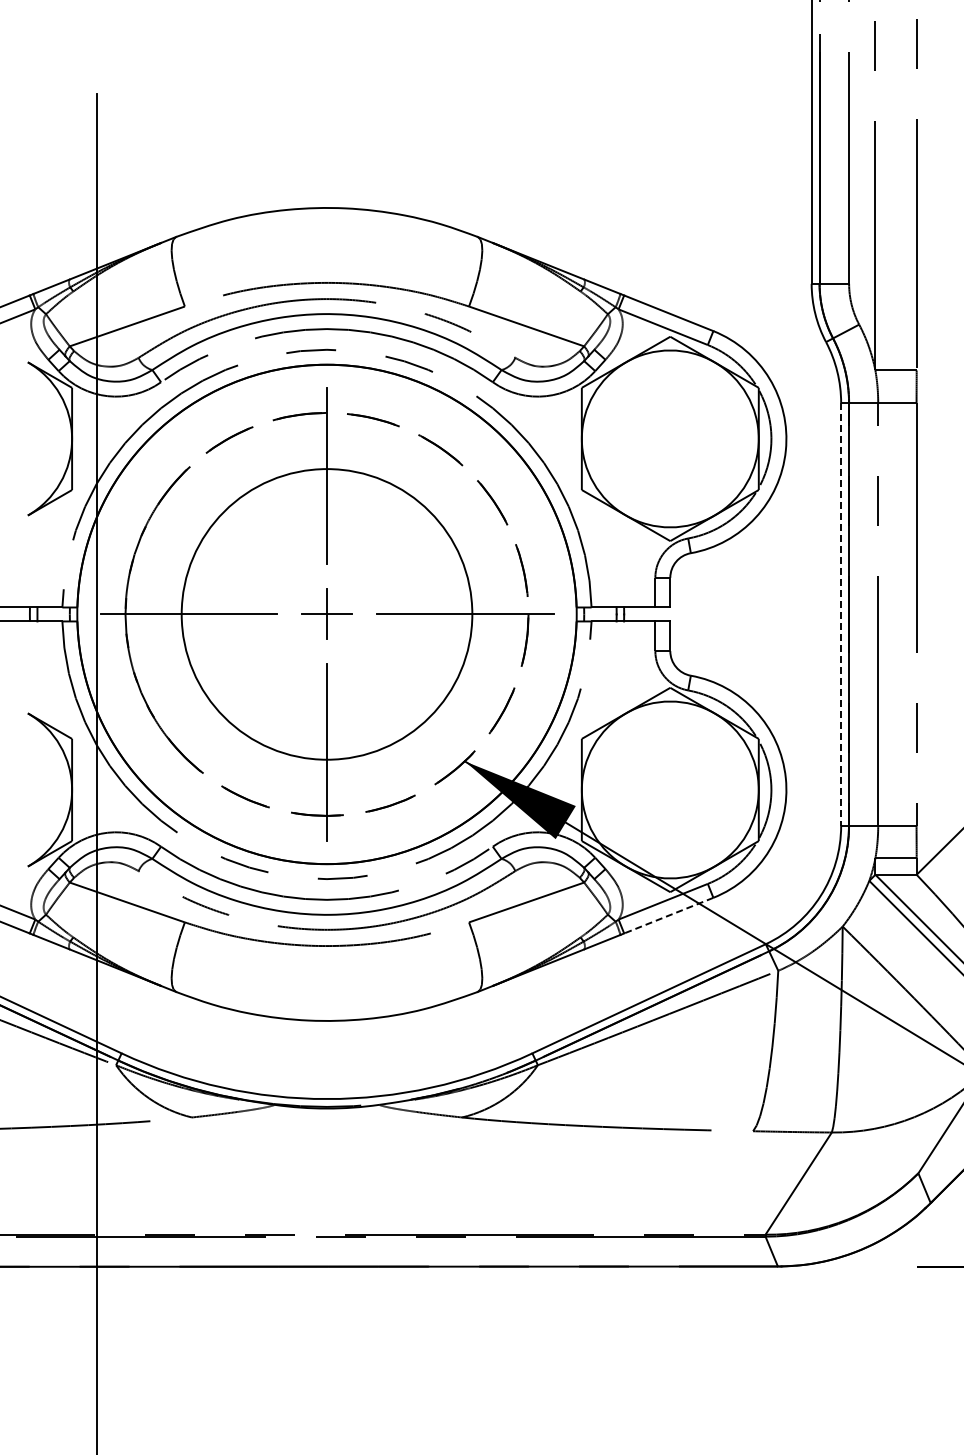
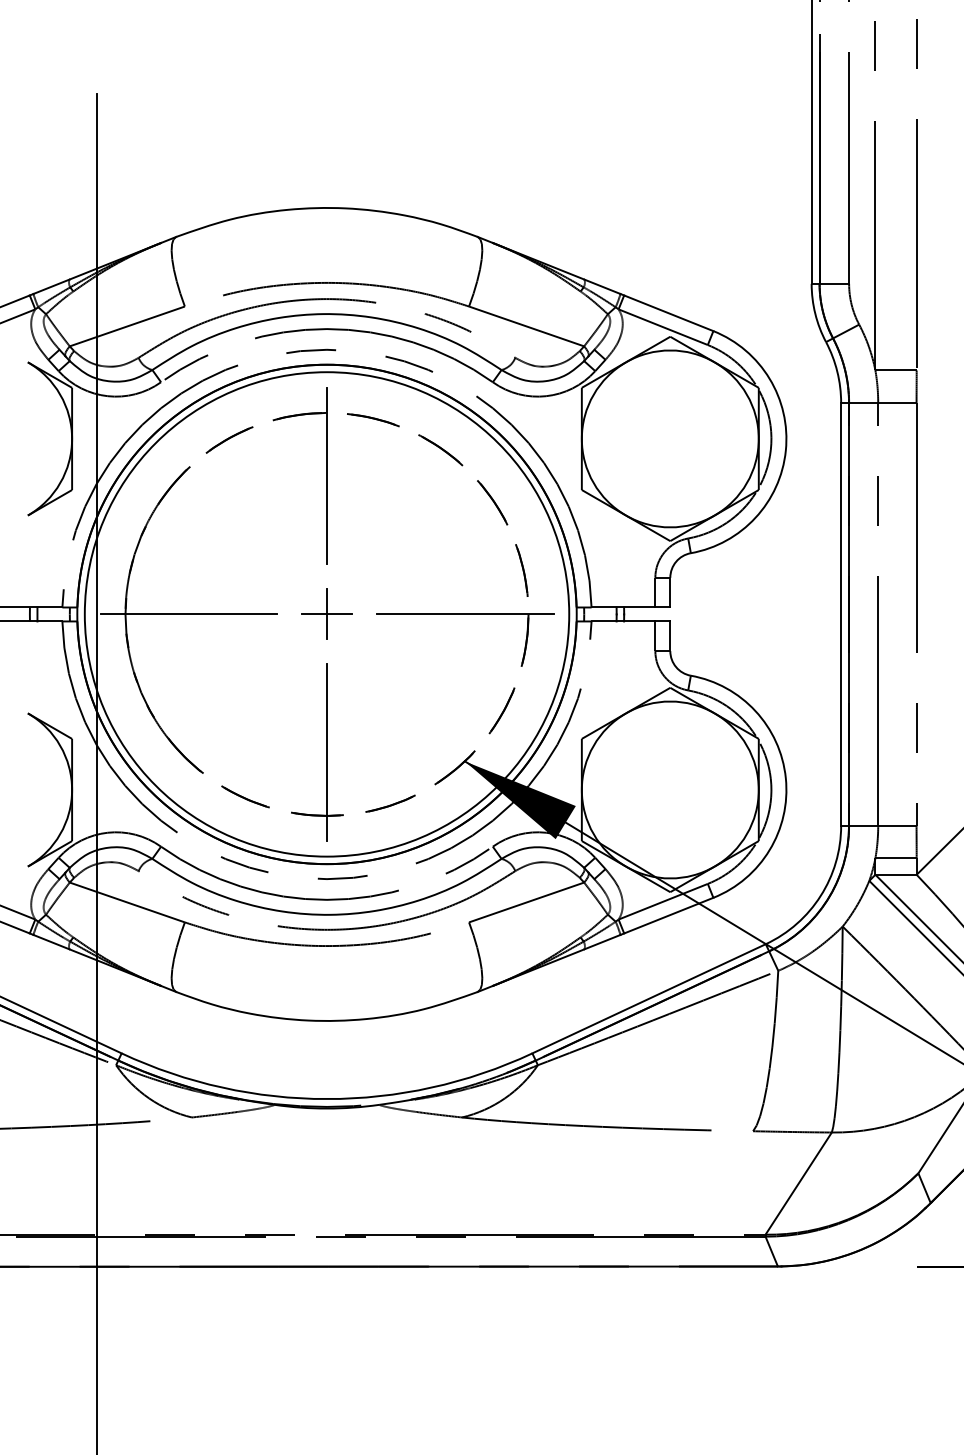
circle at (326, 614) diameter: 291 px -> 484 px
line at (841, 614): dashed -> solid
line at (668, 915): dashed -> solid
